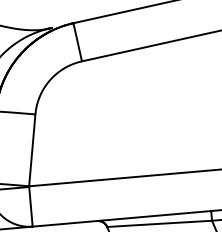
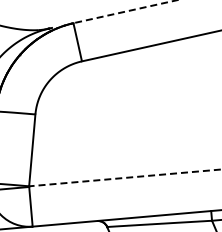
line at (125, 11): solid -> dashed
line at (124, 177): solid -> dashed
